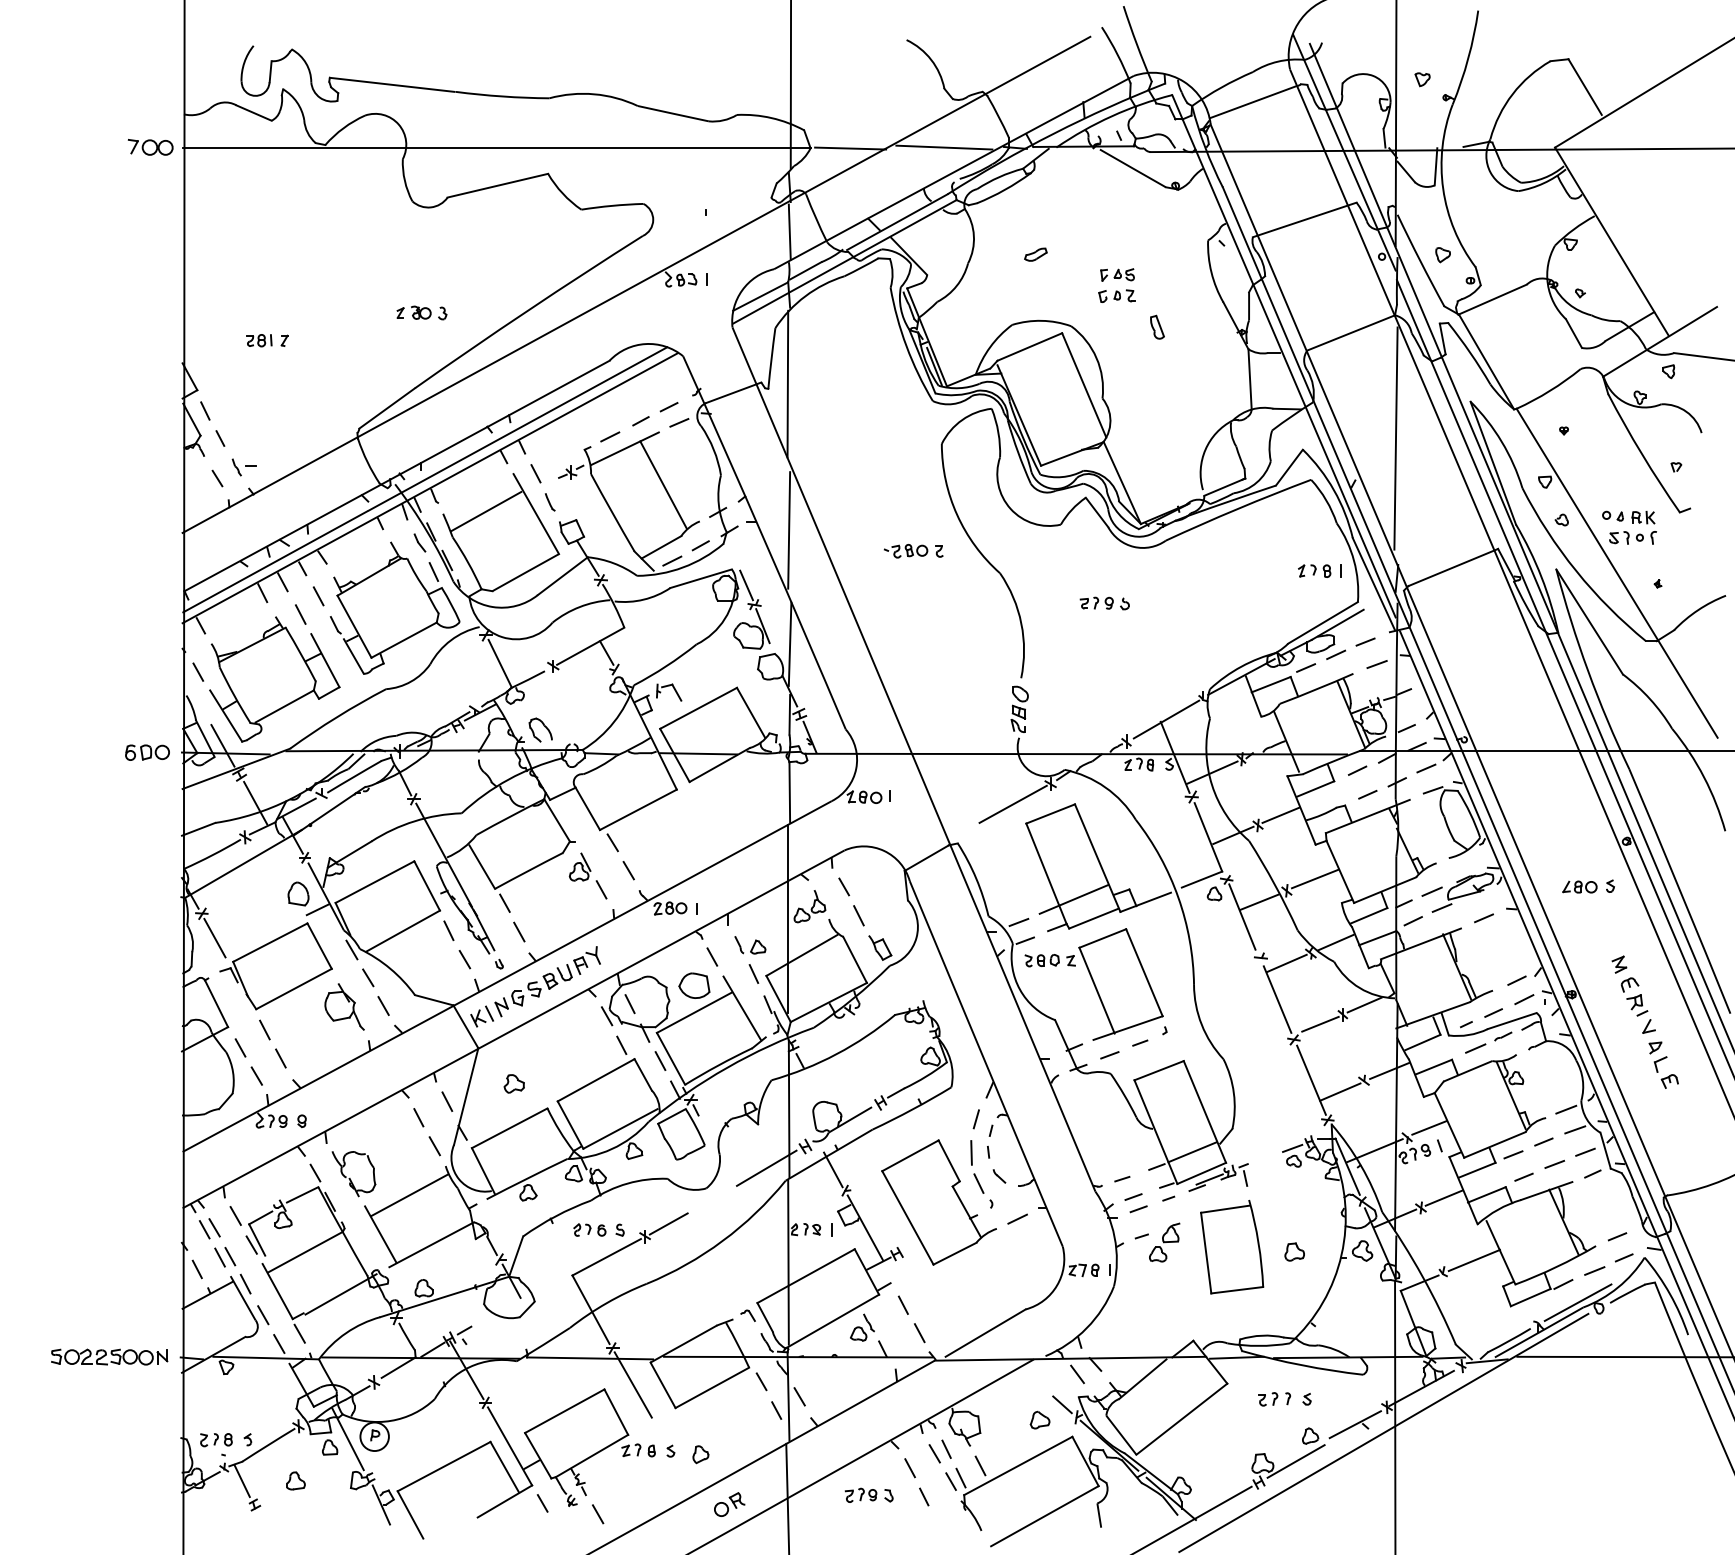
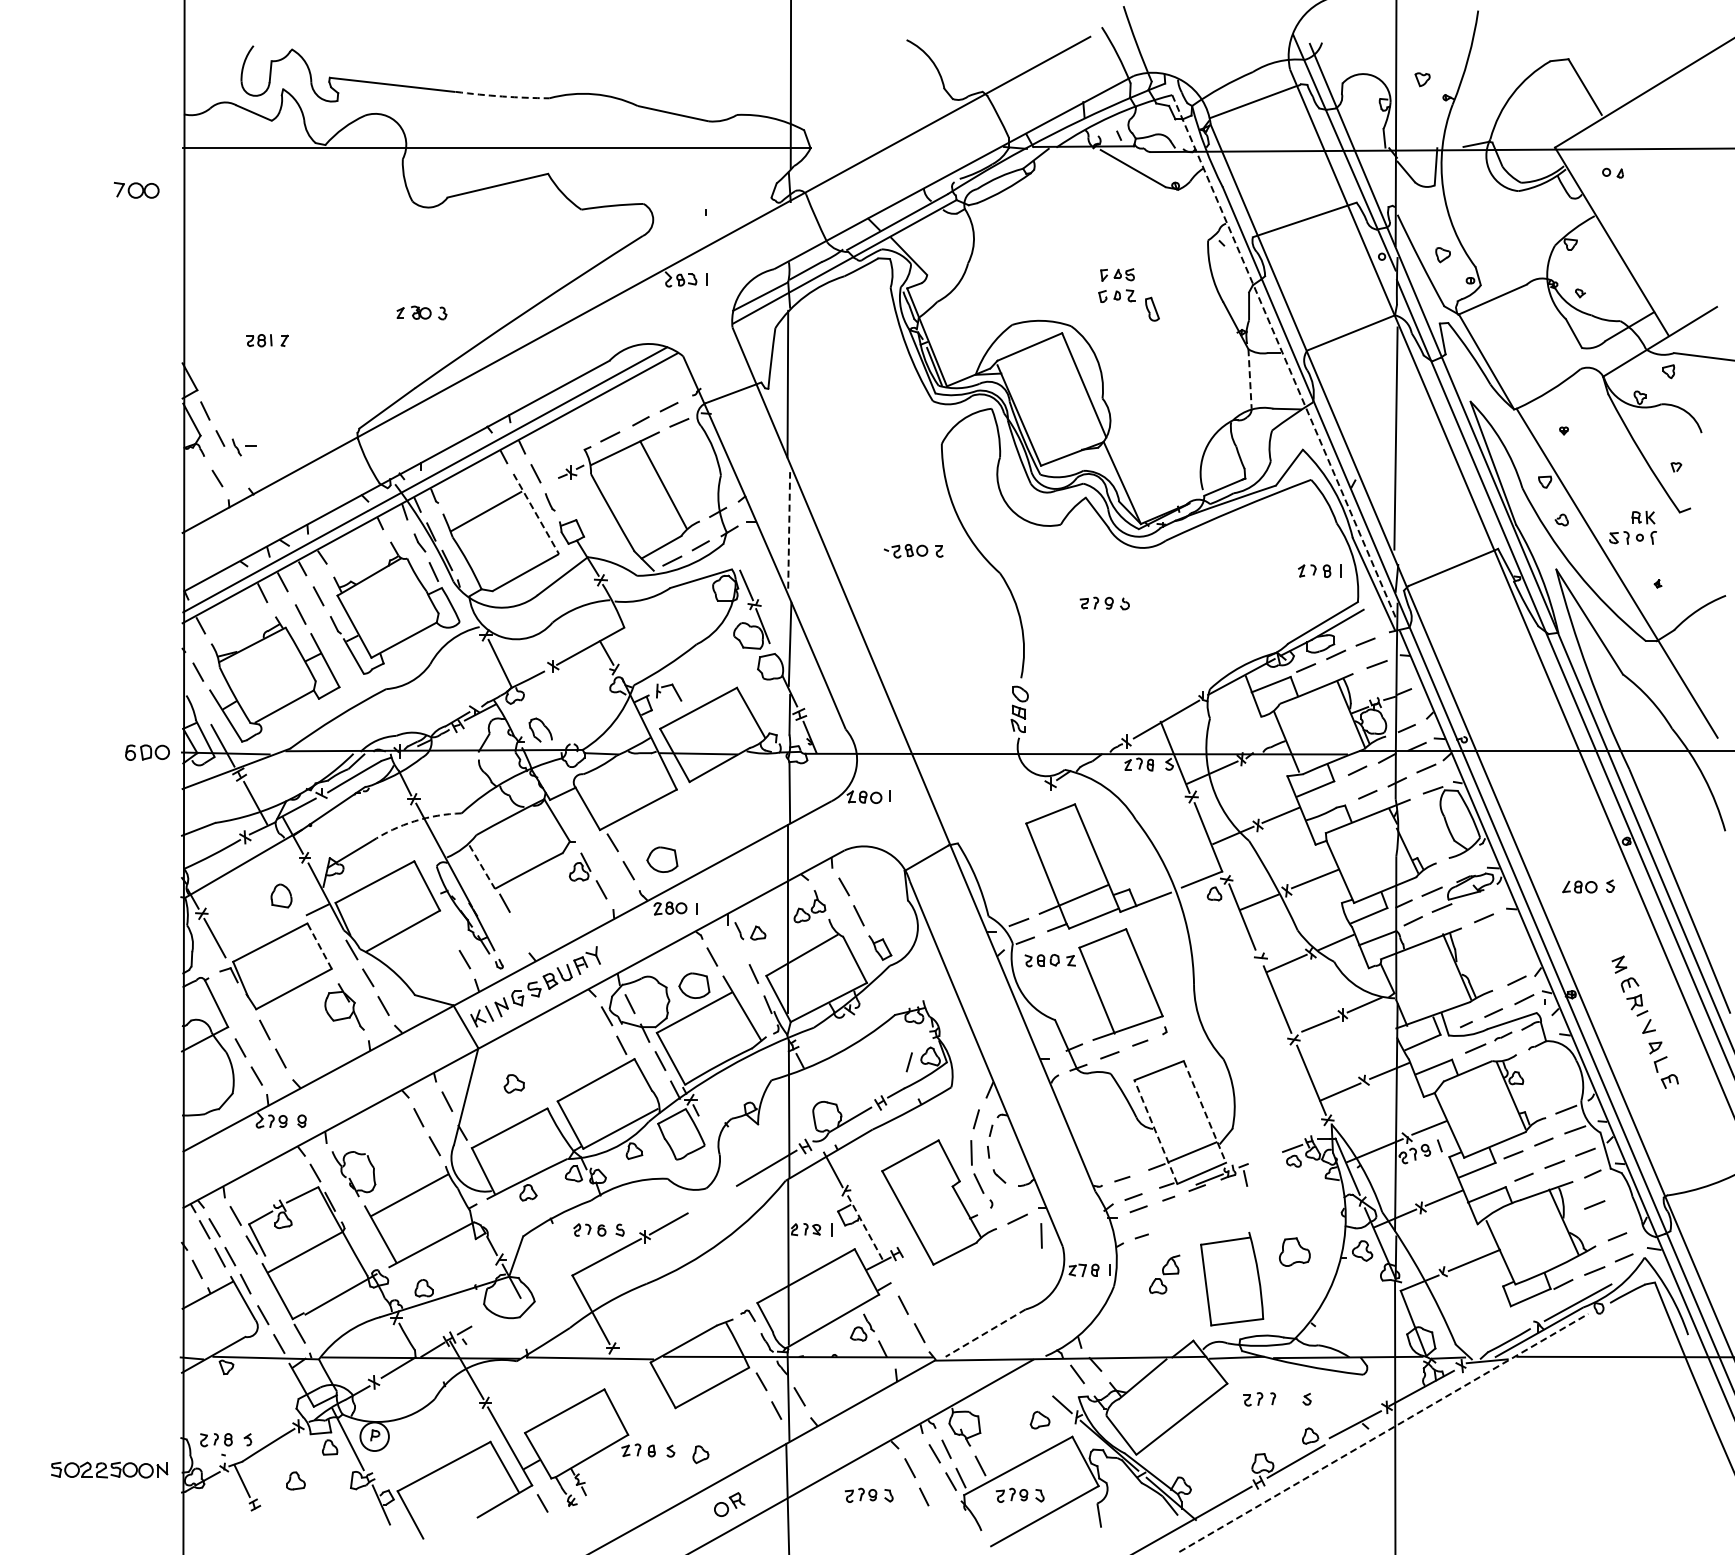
arc at (502, 96): solid -> dashed
part at (150, 147) position: (150, 147) -> (136, 190)
line at (944, 147): present -> none
line at (850, 148): present -> none
line at (789, 231): present -> none
part at (1035, 254): present -> none
part at (1157, 326) position: (1157, 326) -> (1152, 308)
line at (1284, 356): solid -> dashed
line at (1250, 379): solid -> dashed
part at (243, 467) position: (243, 467) -> (243, 447)
line at (536, 514): solid -> dashed
part at (1612, 515) position: (1612, 515) -> (1612, 172)
line at (789, 529): solid -> dashed
line at (1012, 803): present -> none
arc at (414, 821): solid -> dashed
part at (662, 859): none -> present
line at (482, 867): solid -> dashed
part at (298, 893) position: (298, 893) -> (281, 895)
line at (448, 930): present -> none
line at (519, 931): present -> none
part at (750, 945) position: (750, 945) -> (750, 931)
line at (319, 946): solid -> dashed
line at (908, 1062): none -> present
line at (1205, 1112): solid -> dashed
line at (1155, 1131): solid -> dashed
line at (1594, 1204): none -> present
line at (865, 1227): solid -> dashed
line at (1041, 1235): none -> present
part at (1164, 1242) position: (1164, 1242) -> (1164, 1274)
part at (1232, 1246) position: (1232, 1246) -> (1232, 1278)
part at (1294, 1251) size: 21x20 px -> 32x30 px
line at (985, 1333): solid -> dashed
part at (109, 1356) position: (109, 1356) -> (109, 1469)
line at (632, 1384): present -> none
part at (1274, 1399) position: (1274, 1399) -> (1259, 1399)
line at (1383, 1432): solid -> dashed
part at (1019, 1494): none -> present
line at (598, 1514): present -> none
